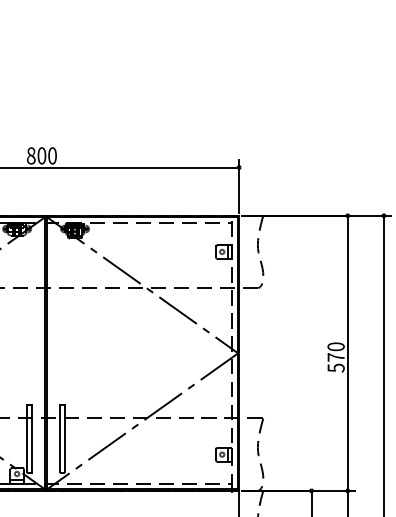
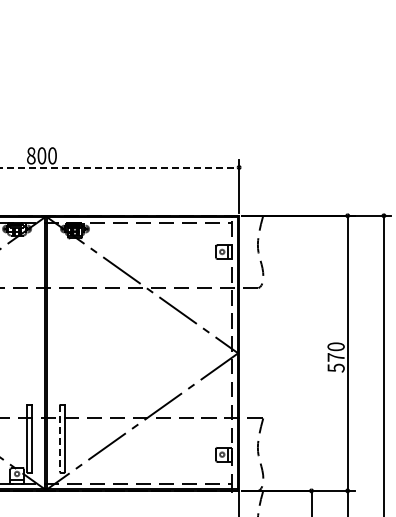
line at (120, 167): solid -> dashed
line at (60, 439): solid -> dashed
